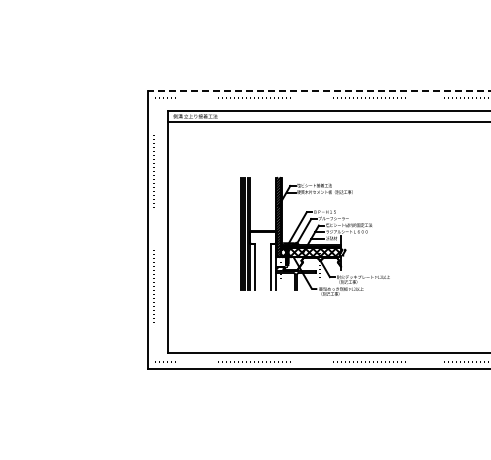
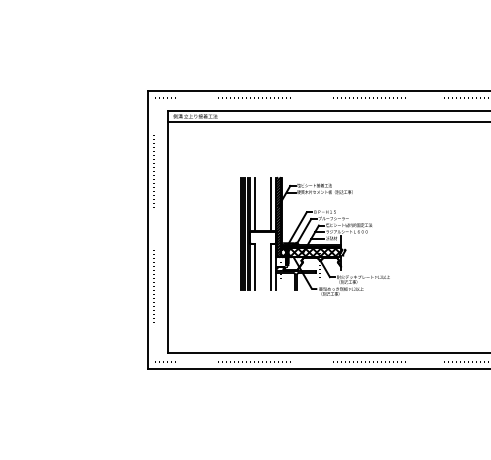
line at (318, 91): dashed -> solid
line at (255, 204): none -> present
line at (271, 204): none -> present
